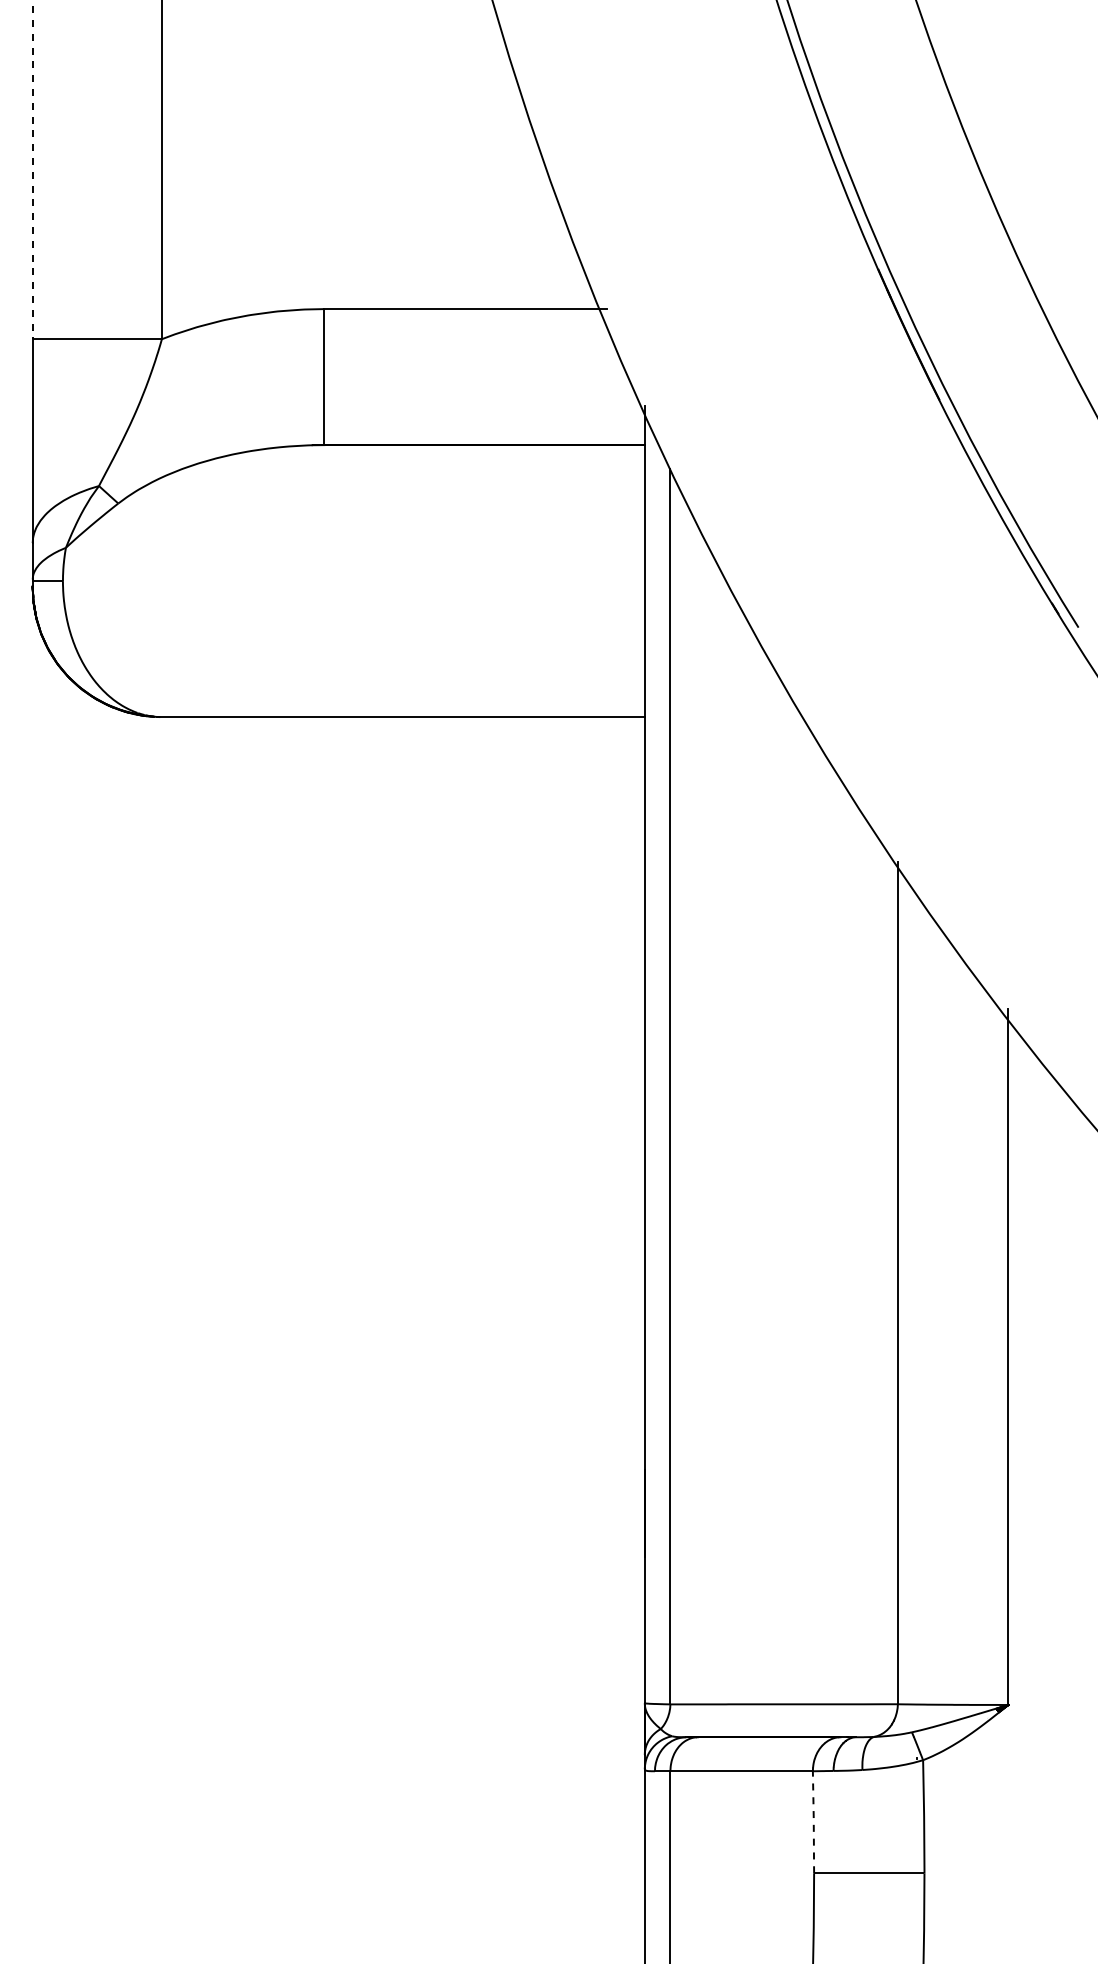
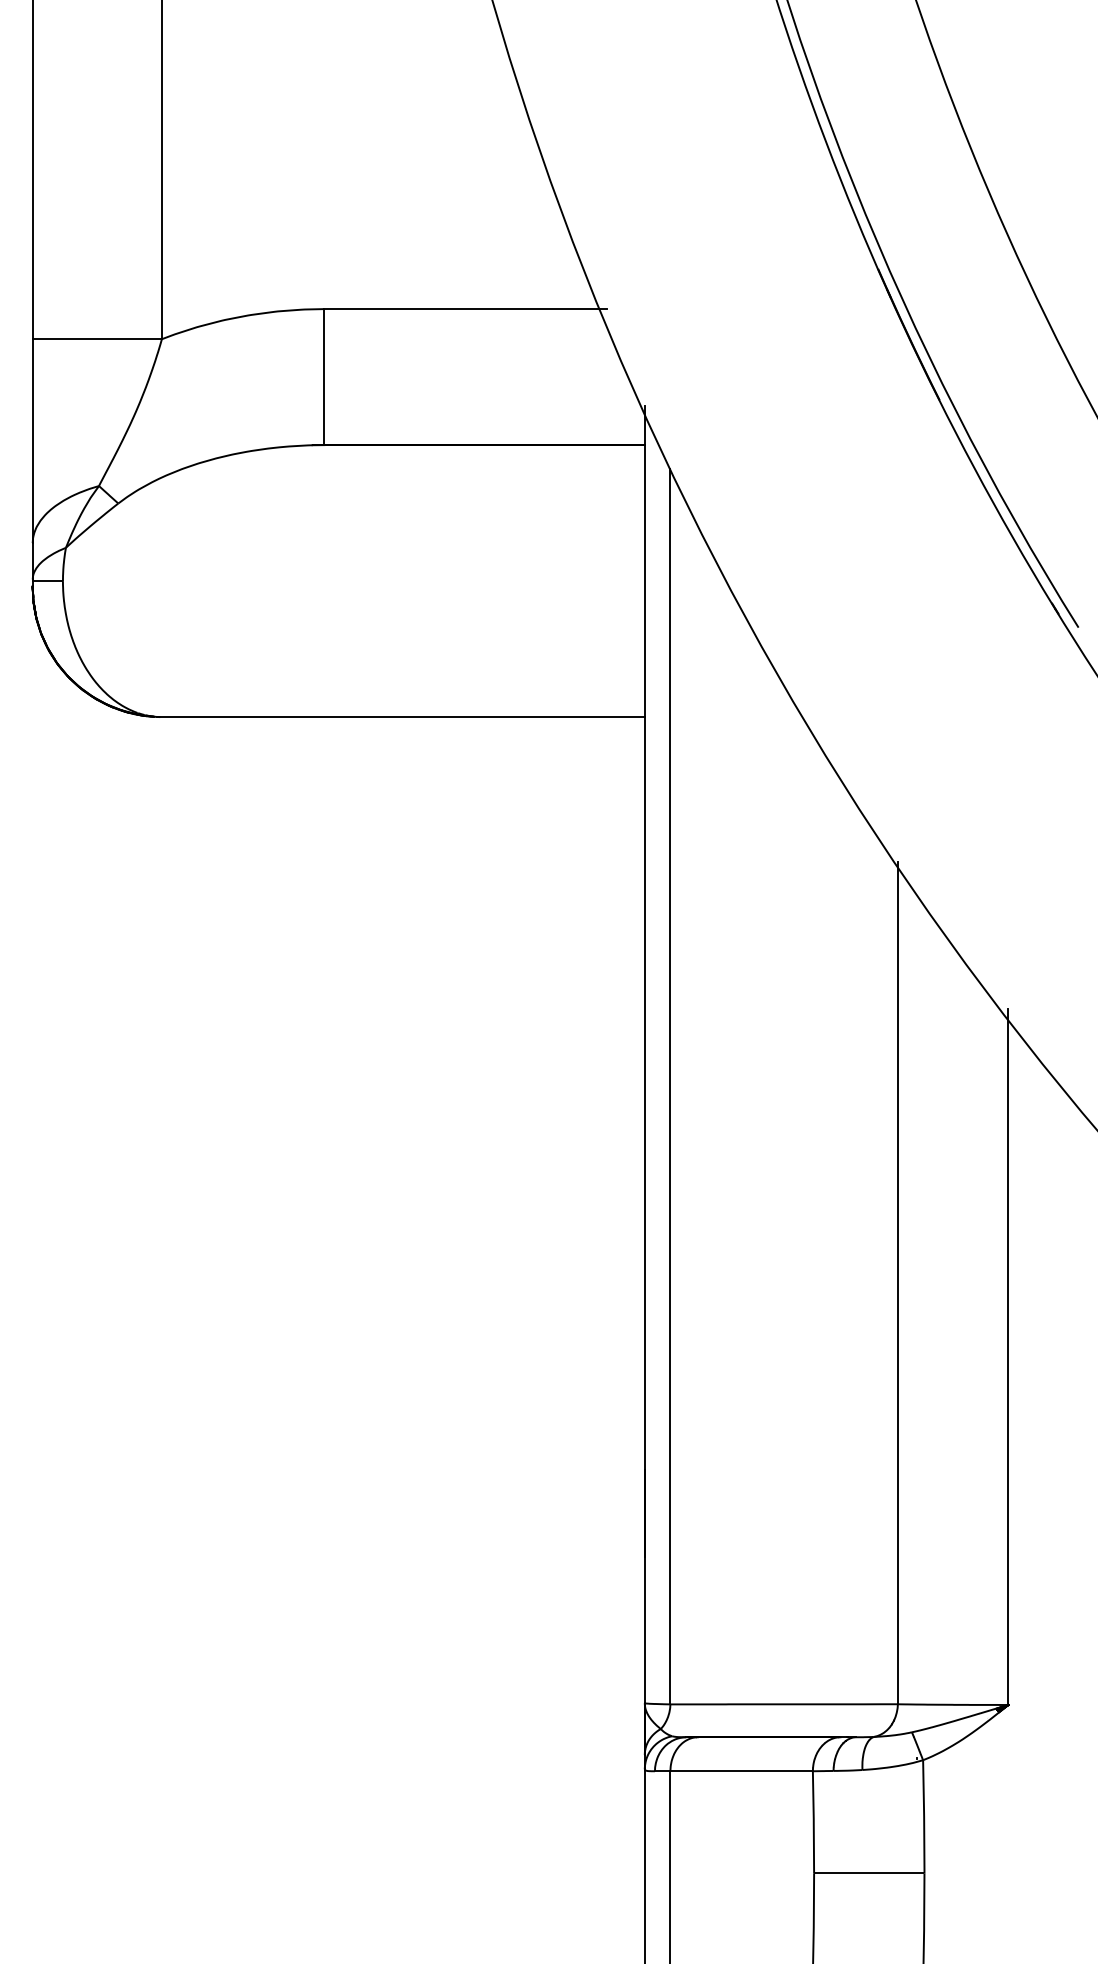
line at (32, 170): dashed -> solid
line at (813, 1821): dashed -> solid
